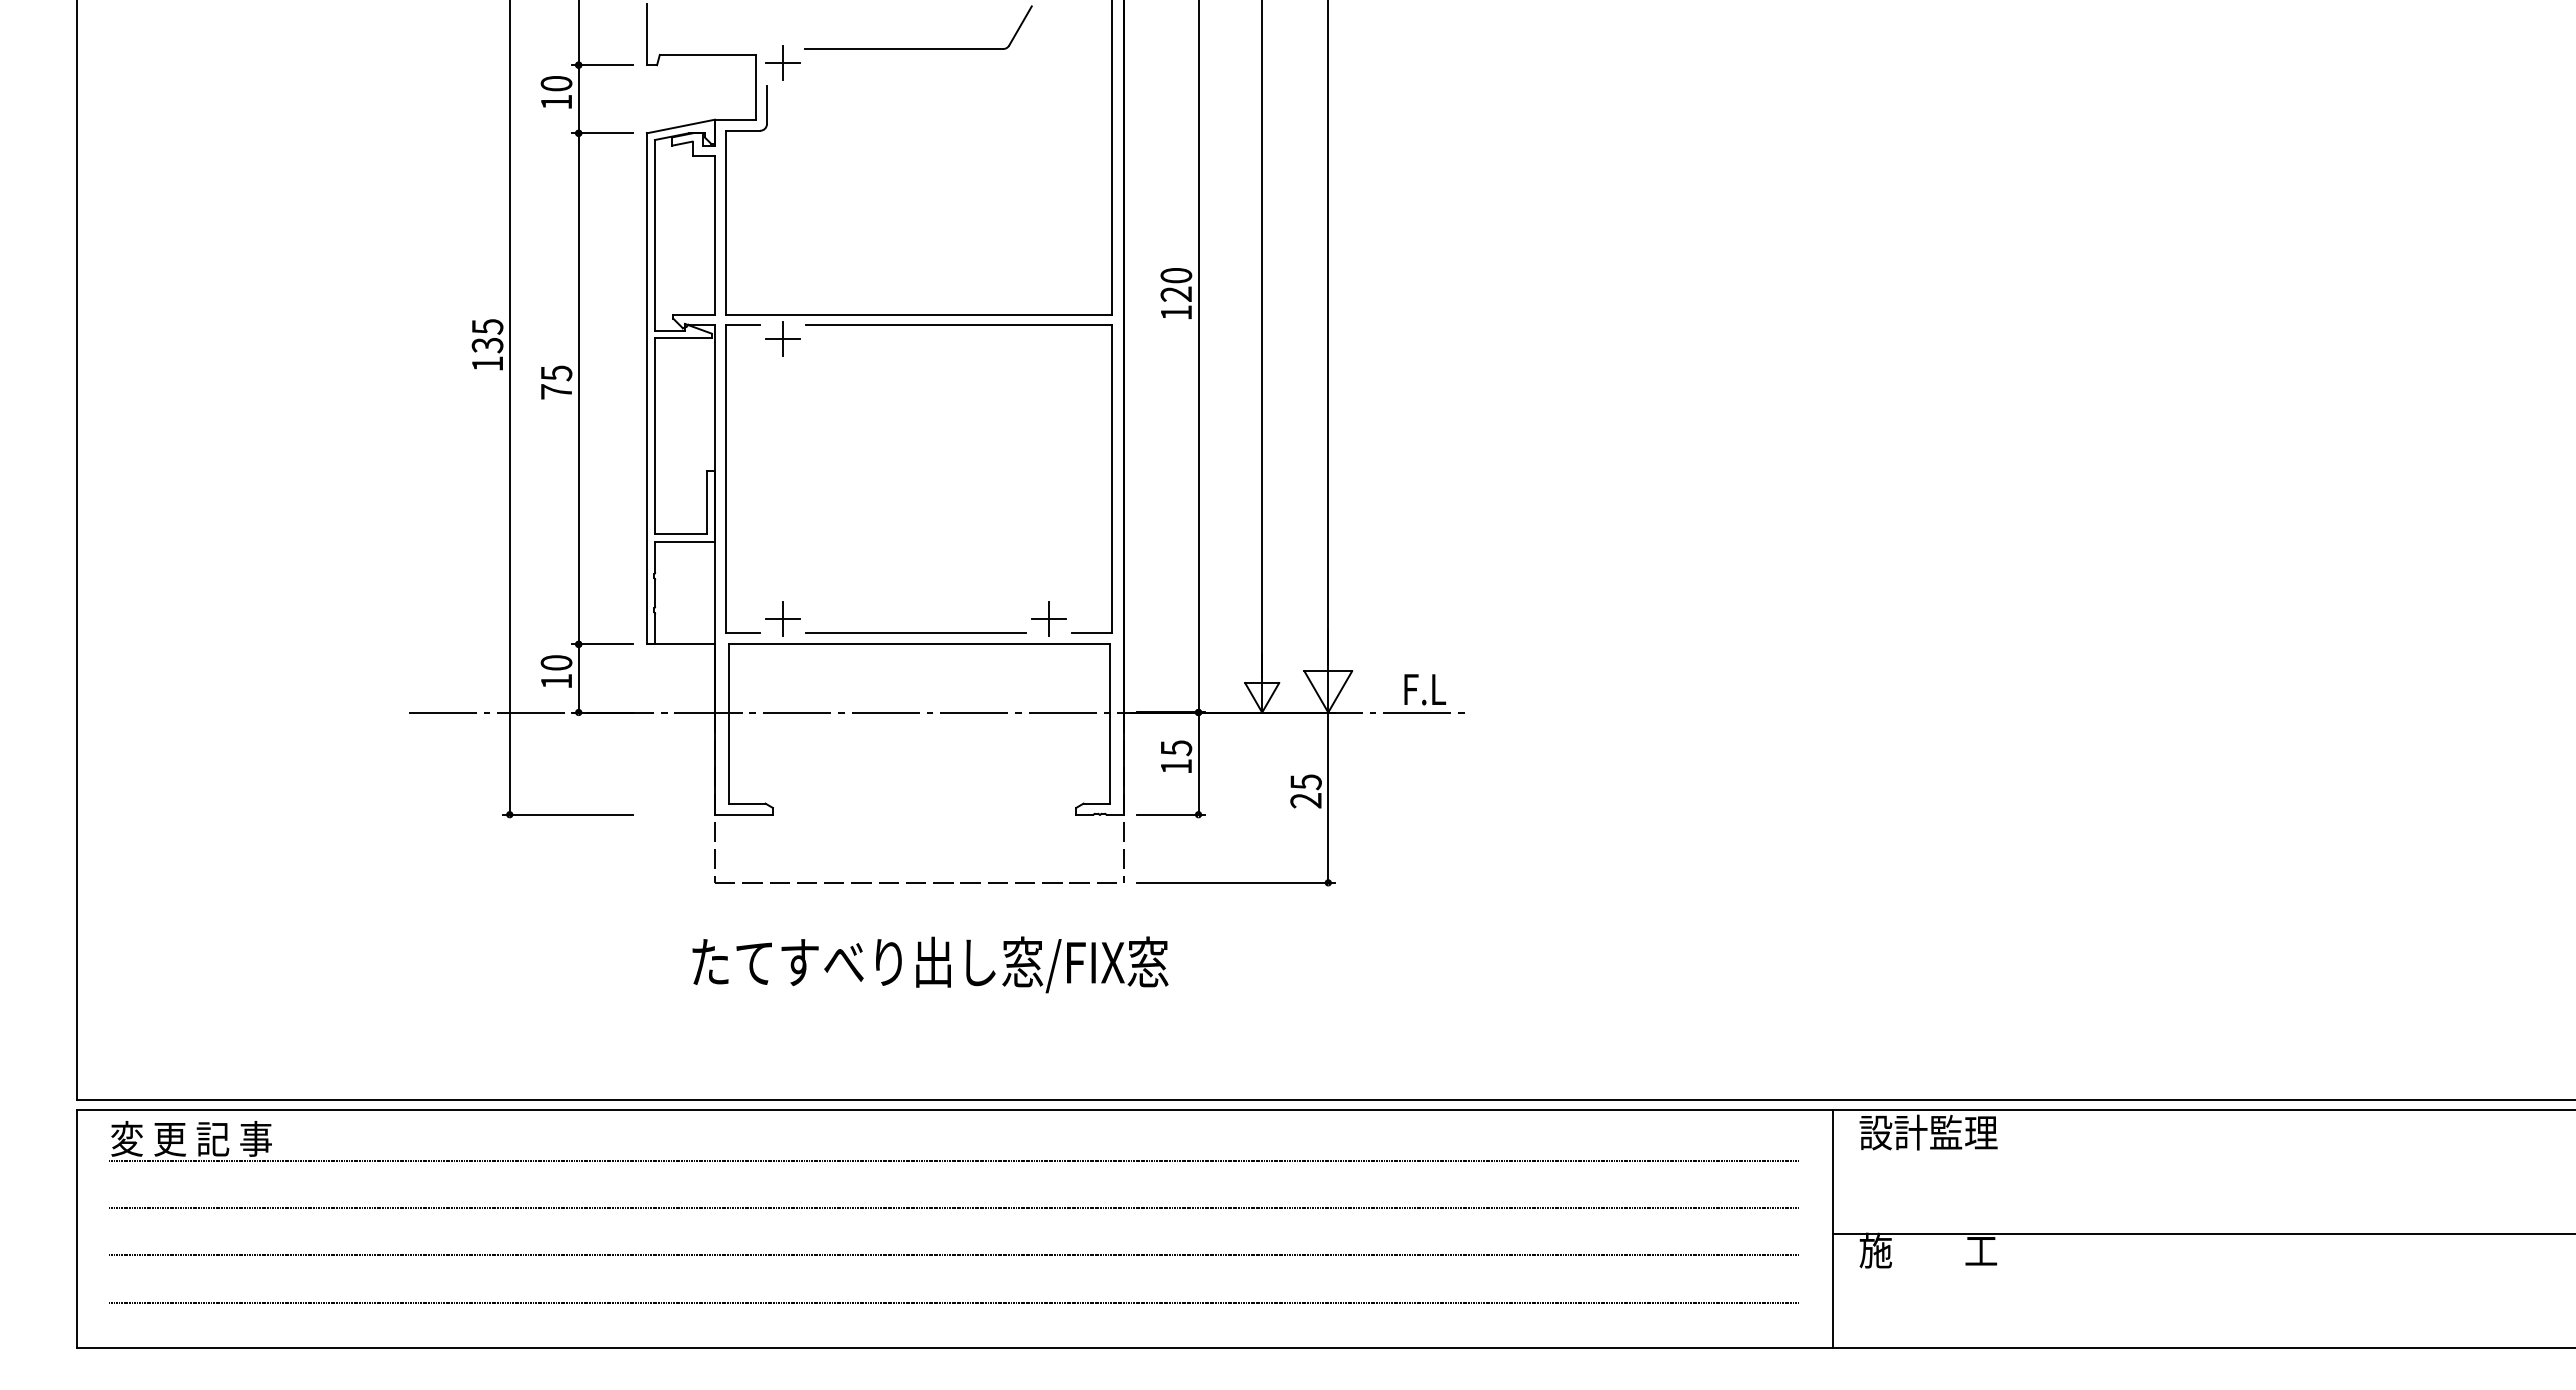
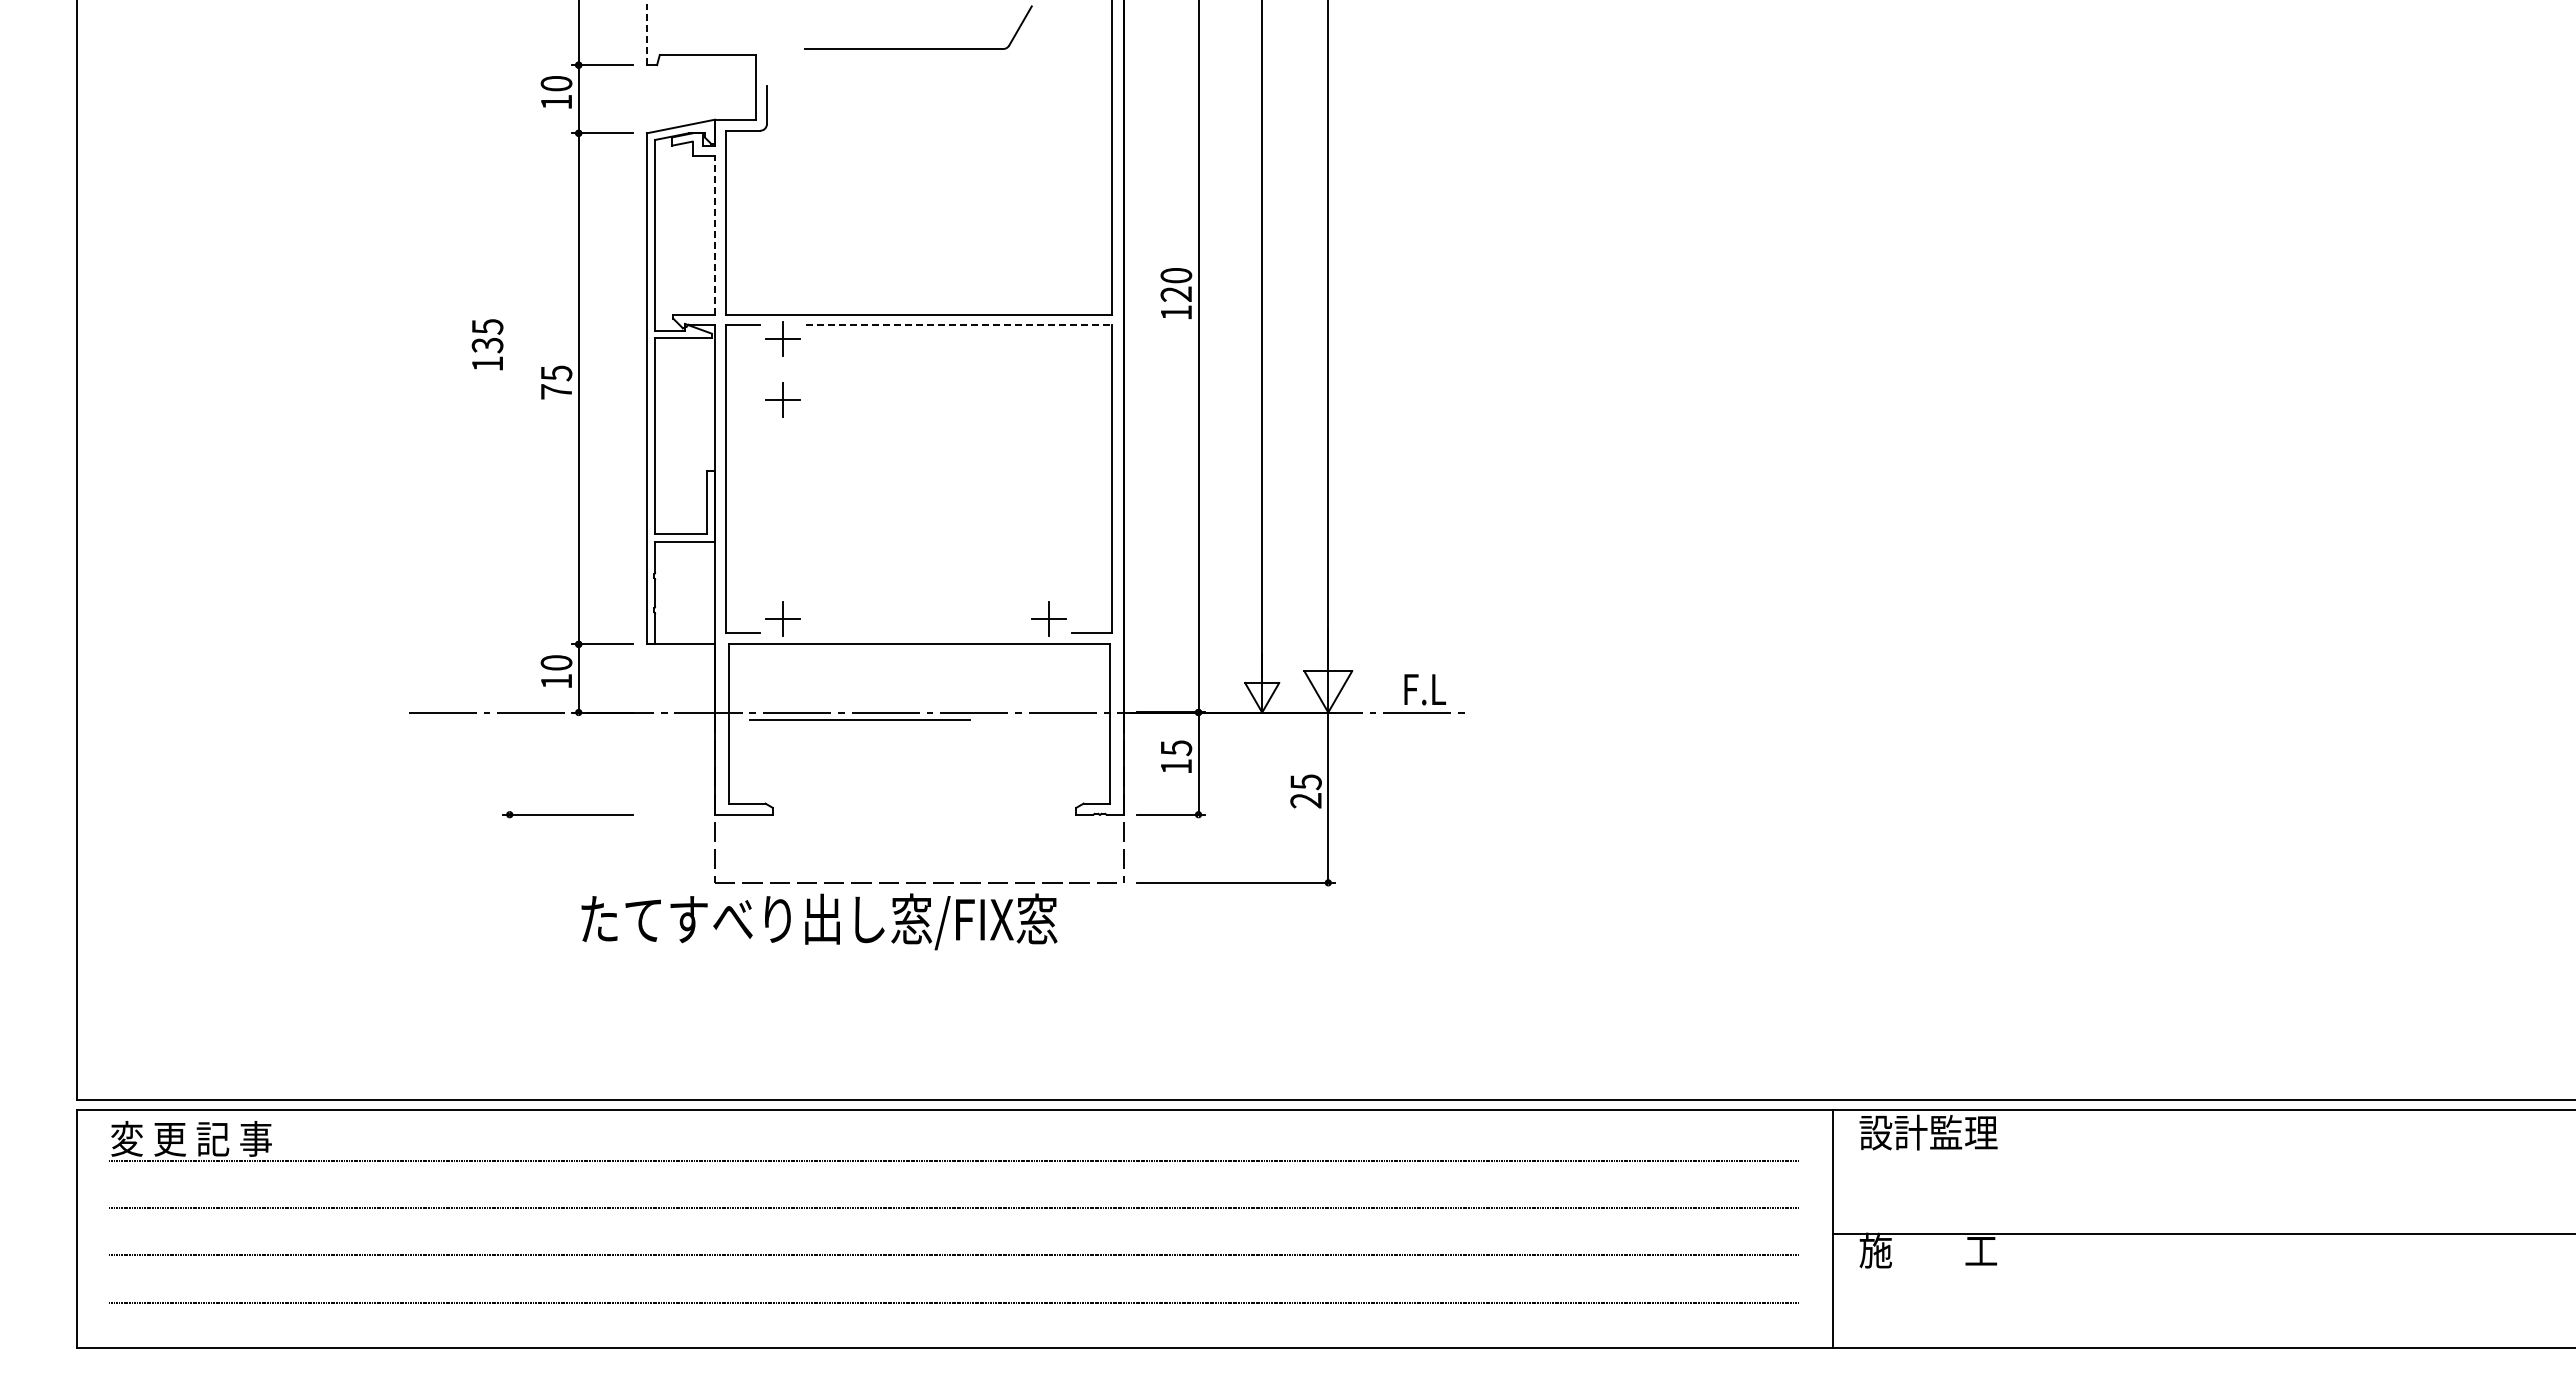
line at (646, 34): solid -> dashed
part at (782, 62) position: (782, 62) -> (782, 399)
line at (715, 234): solid -> dashed
line at (958, 324): solid -> dashed
line at (509, 408): present -> none
line at (915, 632) position: (915, 632) -> (859, 719)
text at (930, 964) position: (930, 964) -> (819, 921)
